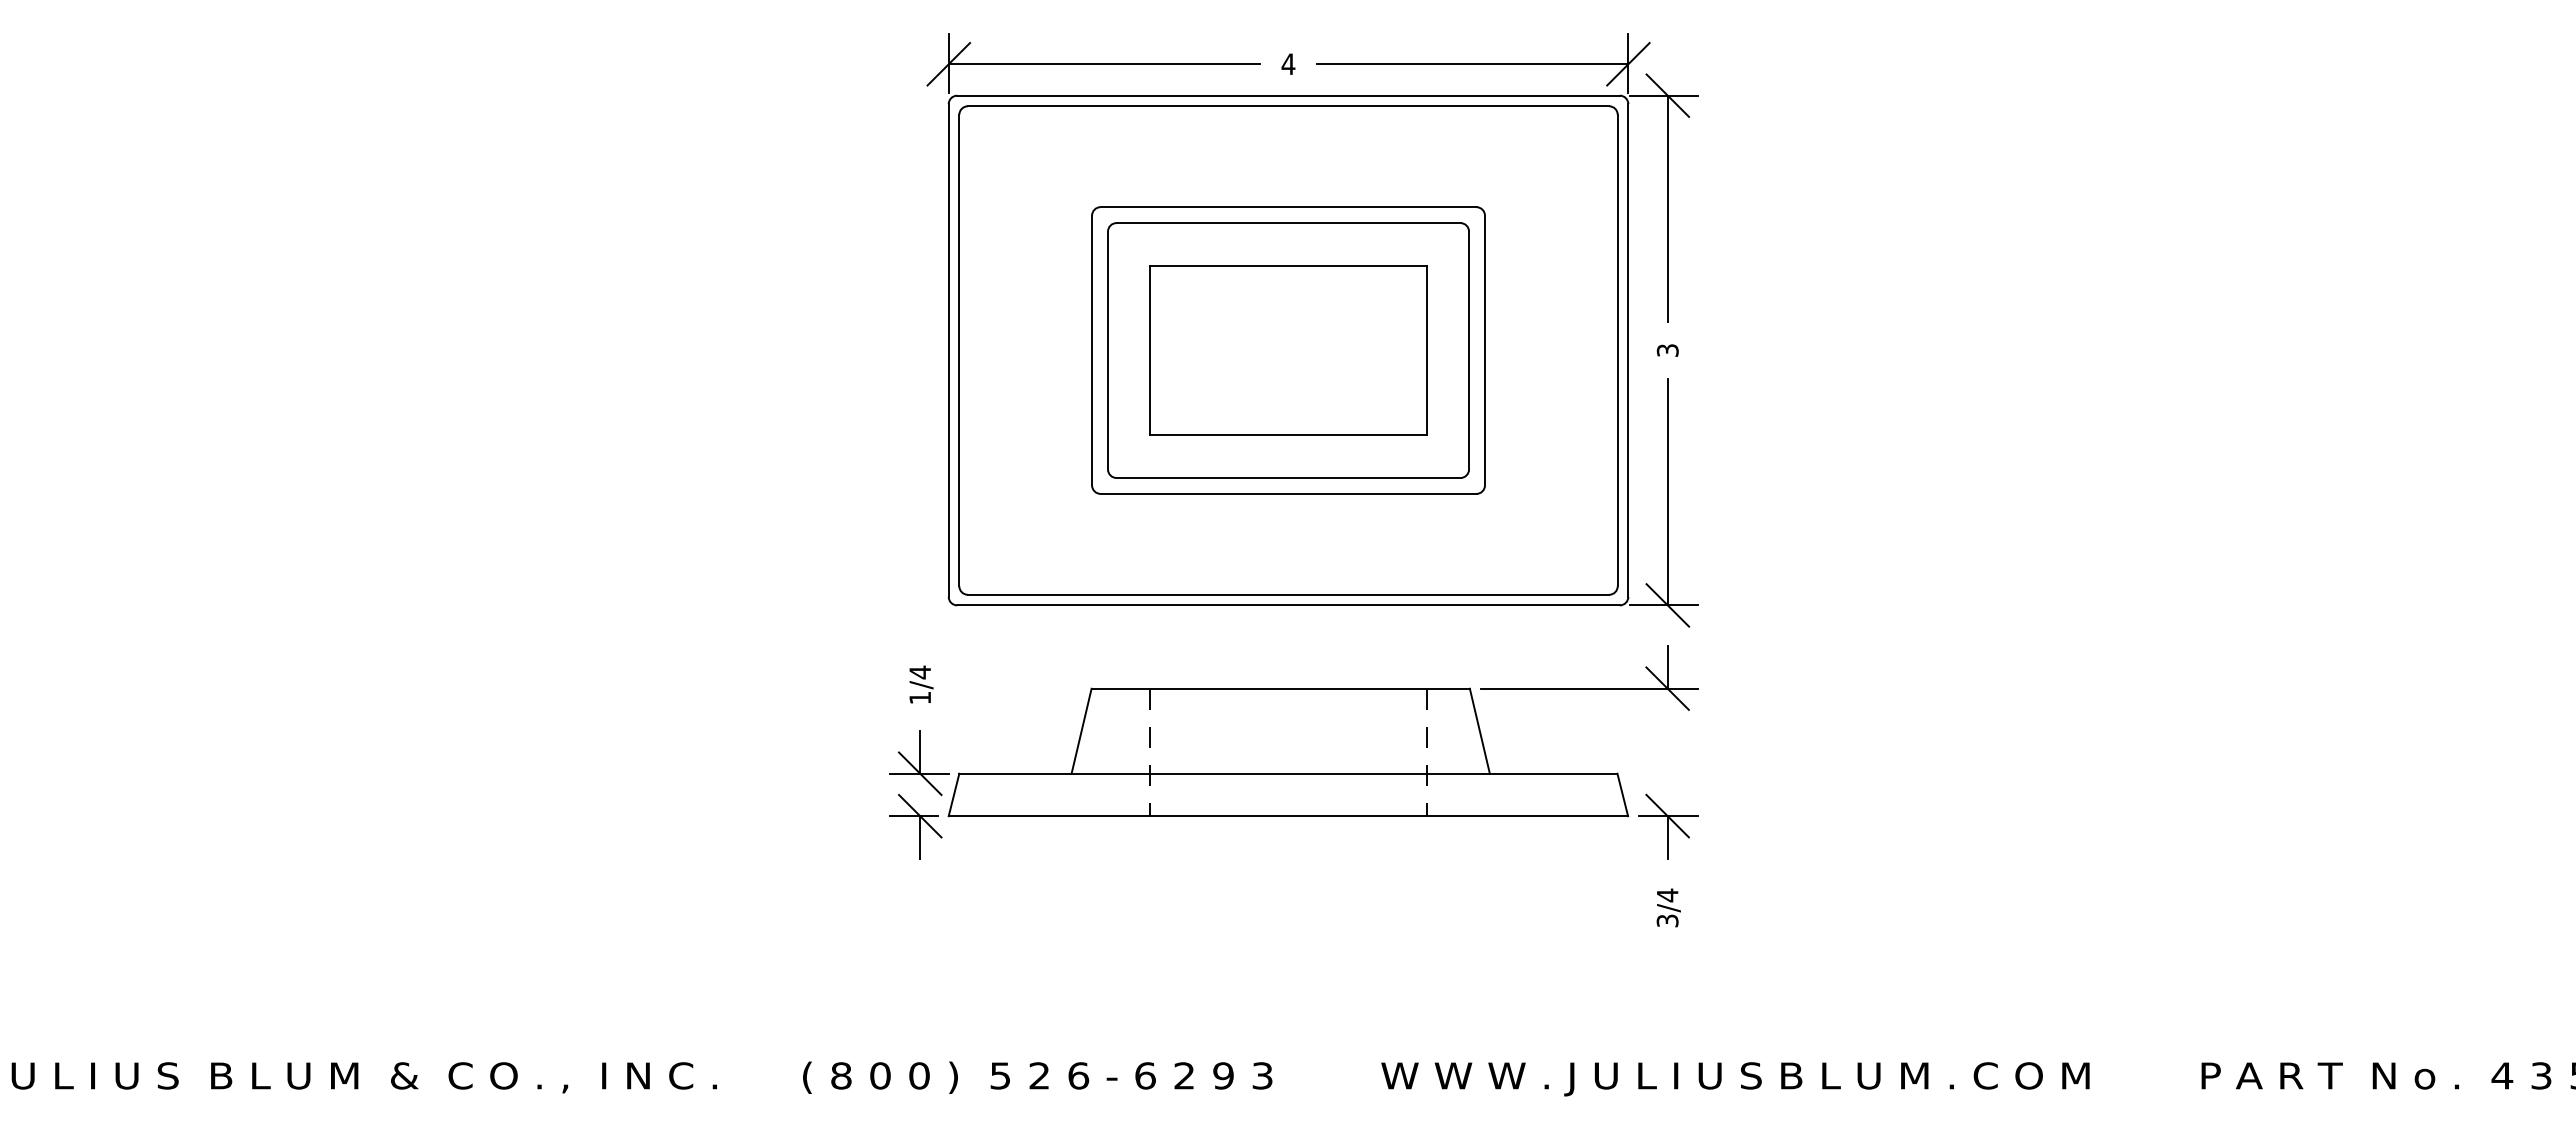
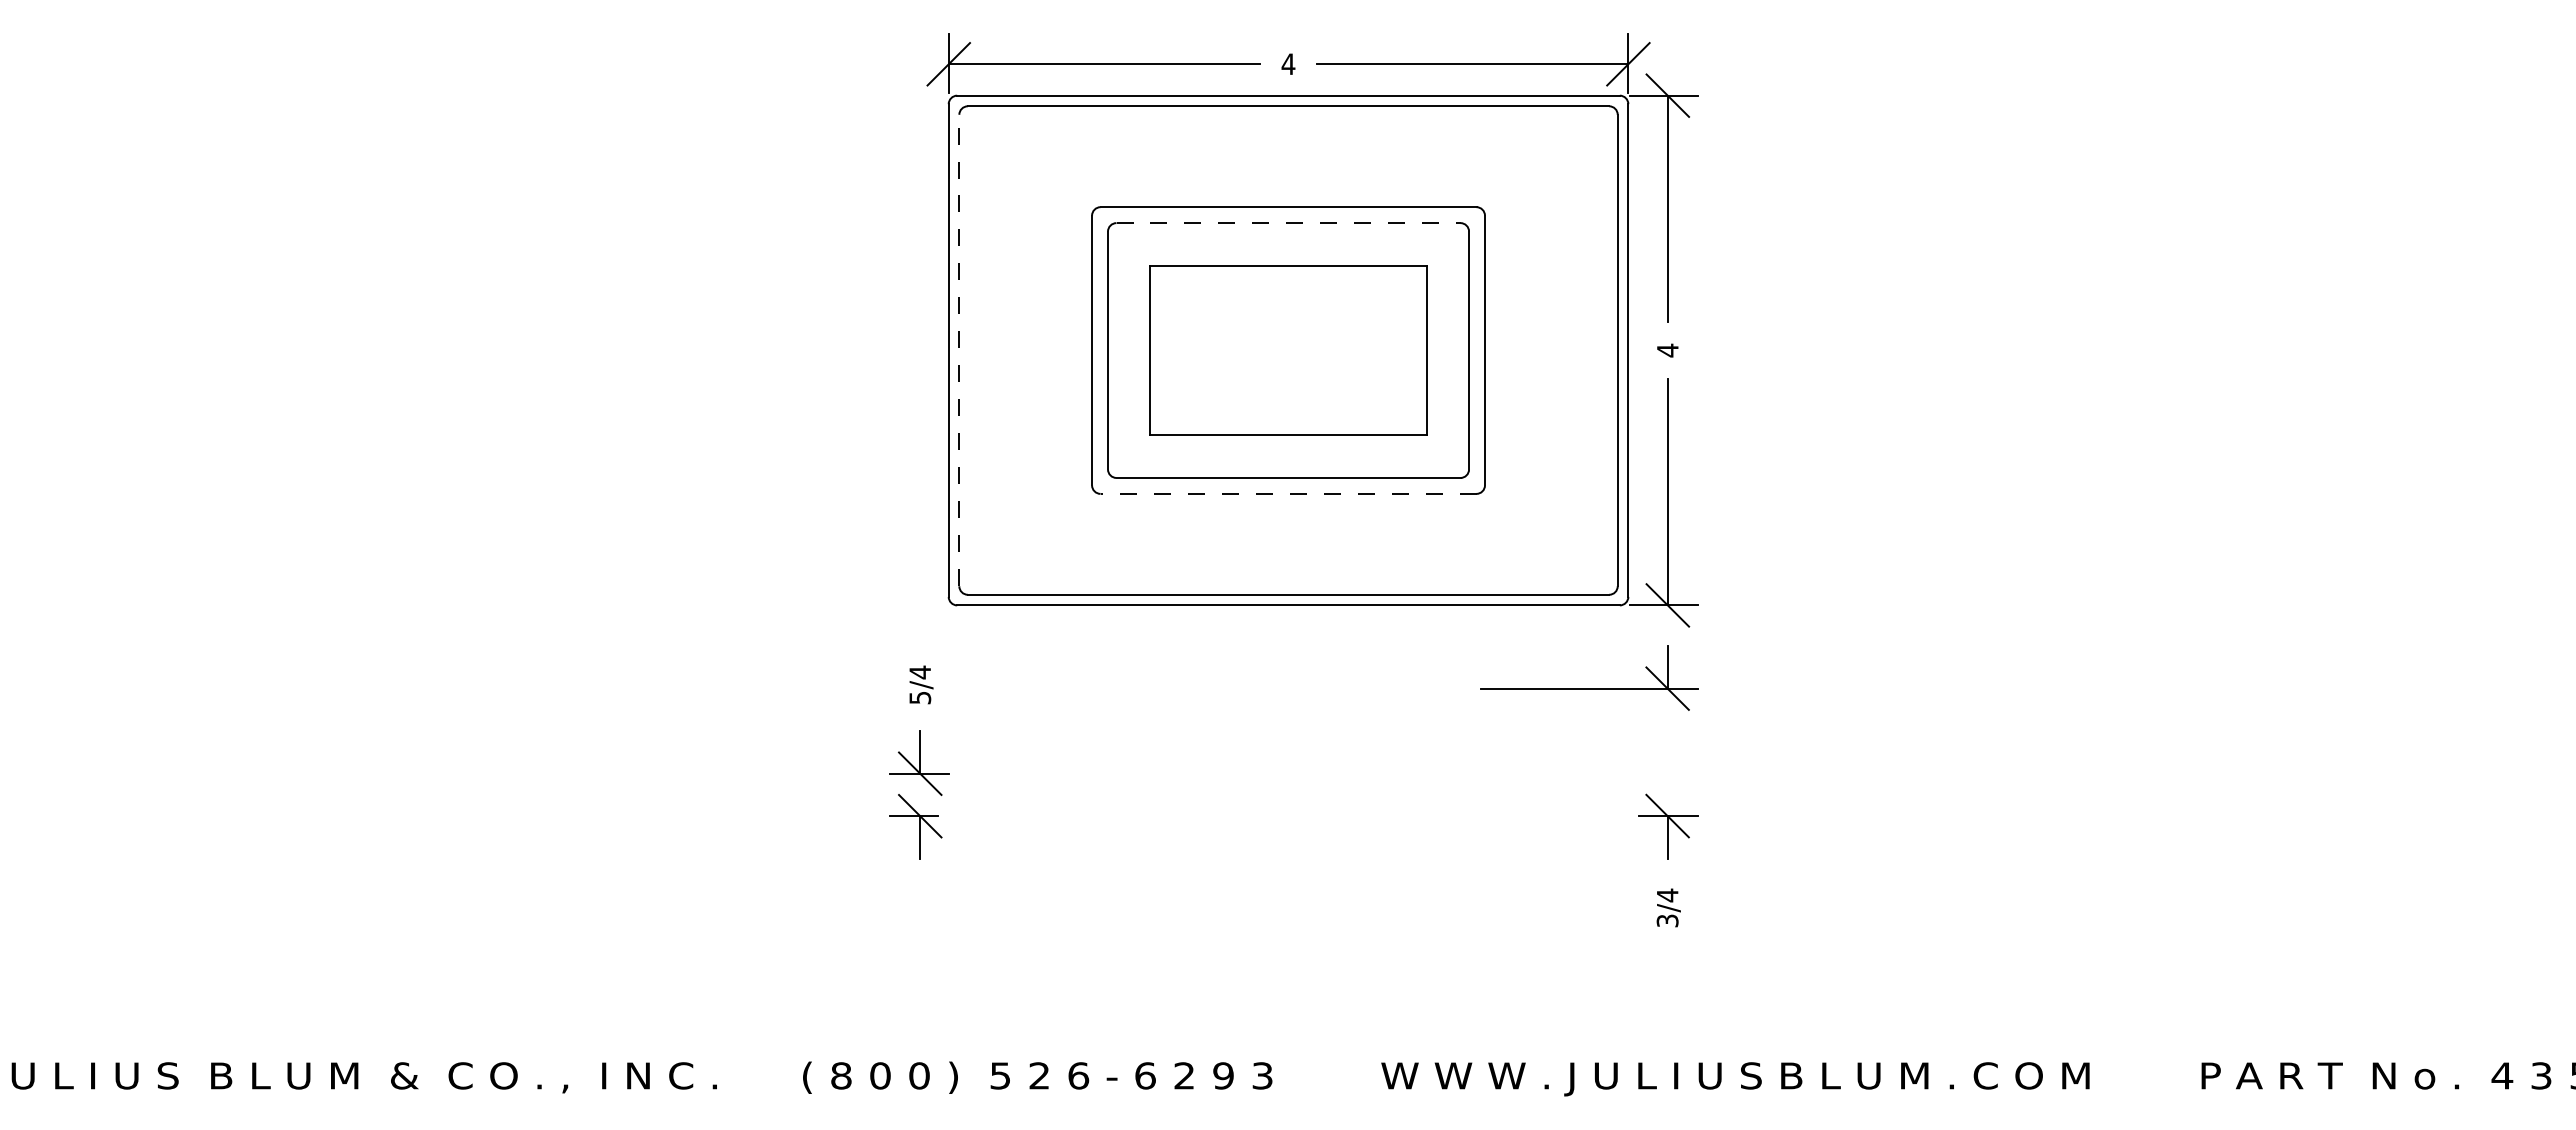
line at (1289, 223): solid -> dashed
line at (959, 350): solid -> dashed
text at (1667, 350): 3 -> 4
line at (1288, 493): solid -> dashed
text at (920, 698): 1/4 -> 5/4
part at (1288, 752): present -> none
